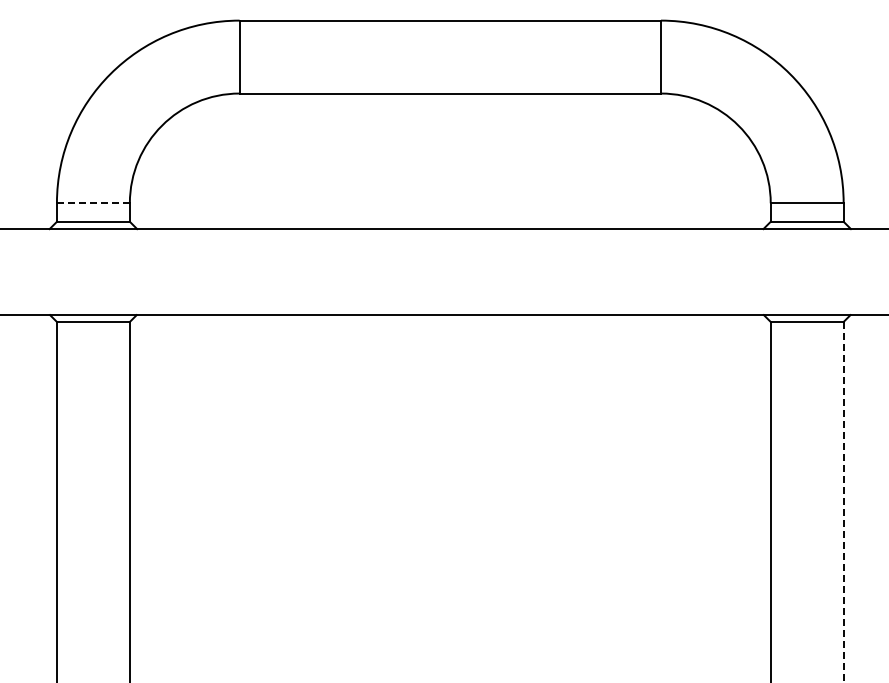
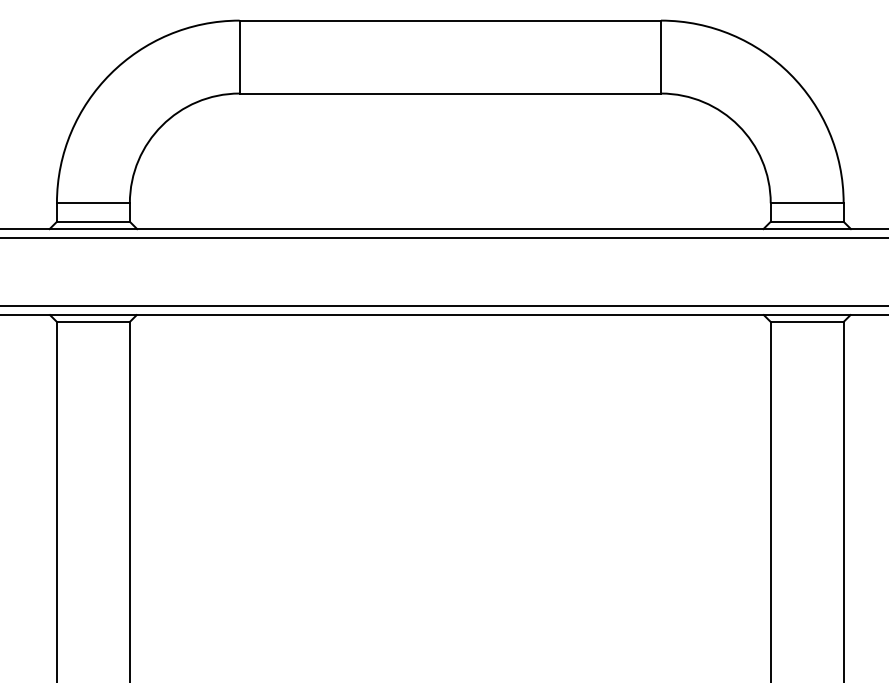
line at (93, 203): dashed -> solid
line at (443, 237): none -> present
line at (443, 306): none -> present
line at (843, 502): dashed -> solid
